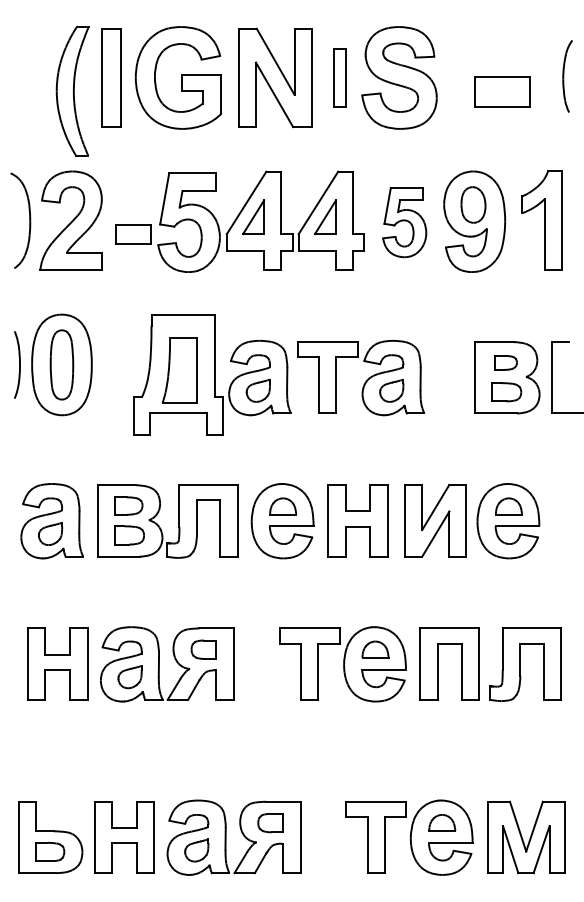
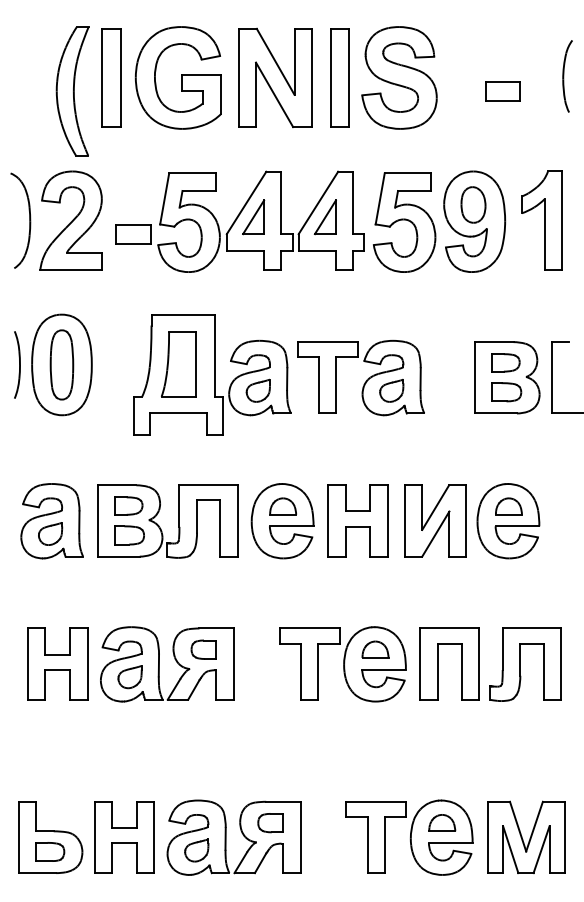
part at (339, 77) size: 14x60 px -> 20x100 px
part at (502, 91) size: 57x32 px -> 36x21 px
part at (404, 222) size: 46x72 px -> 64x101 px
part at (505, 362) size: 24x16 px -> 30x20 px
part at (179, 370) position: (179, 370) -> (178, 364)
